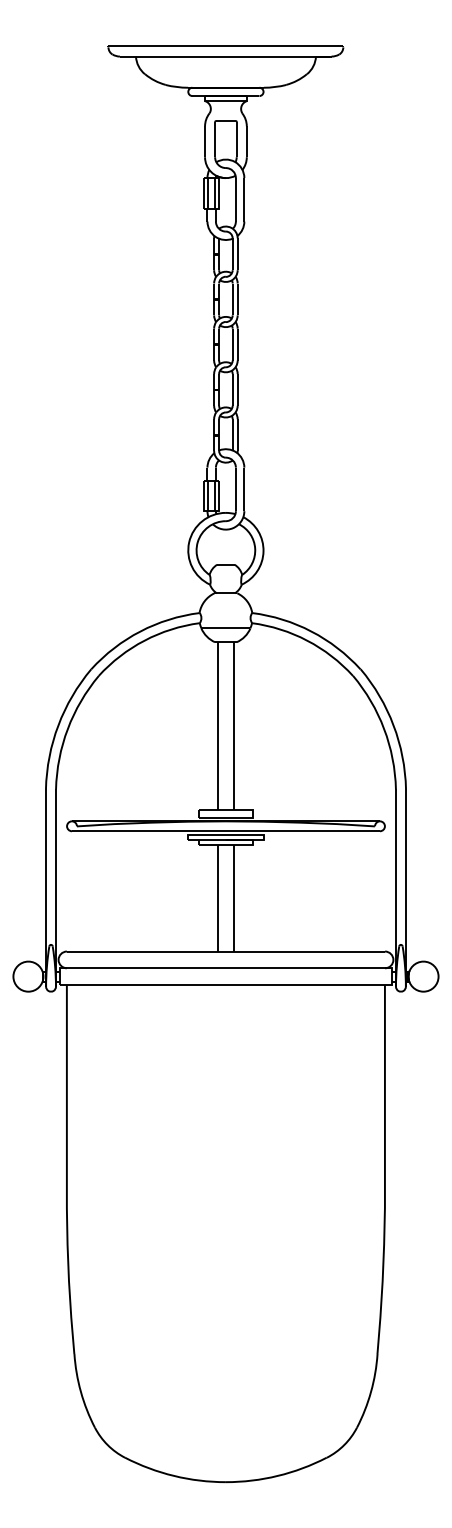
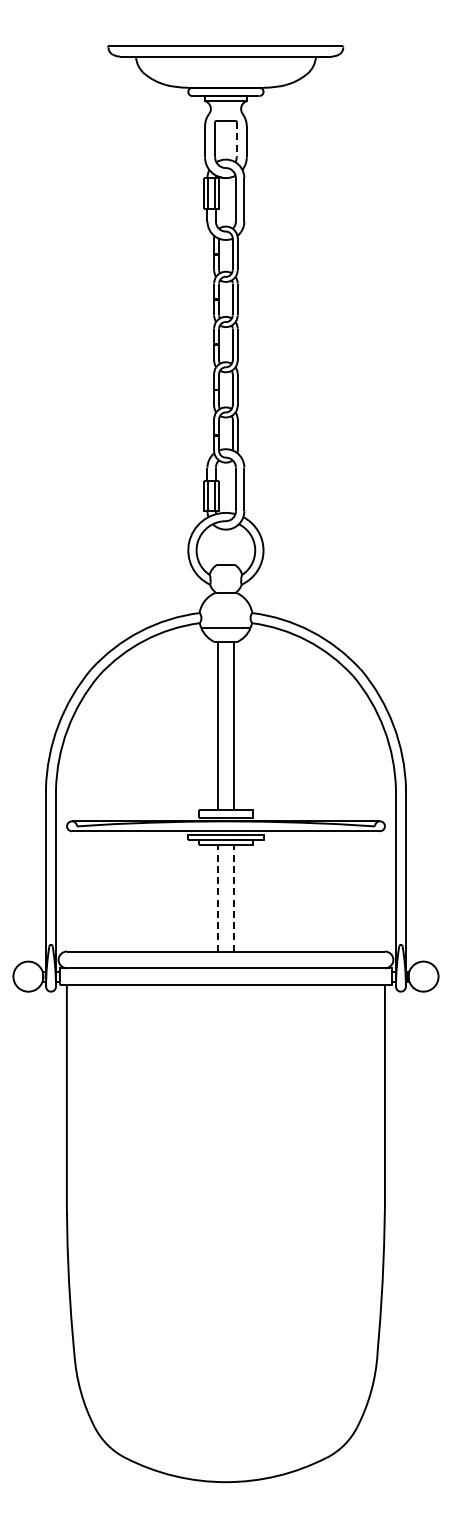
line at (236, 139): solid -> dashed
line at (217, 897): solid -> dashed
line at (233, 897): solid -> dashed
